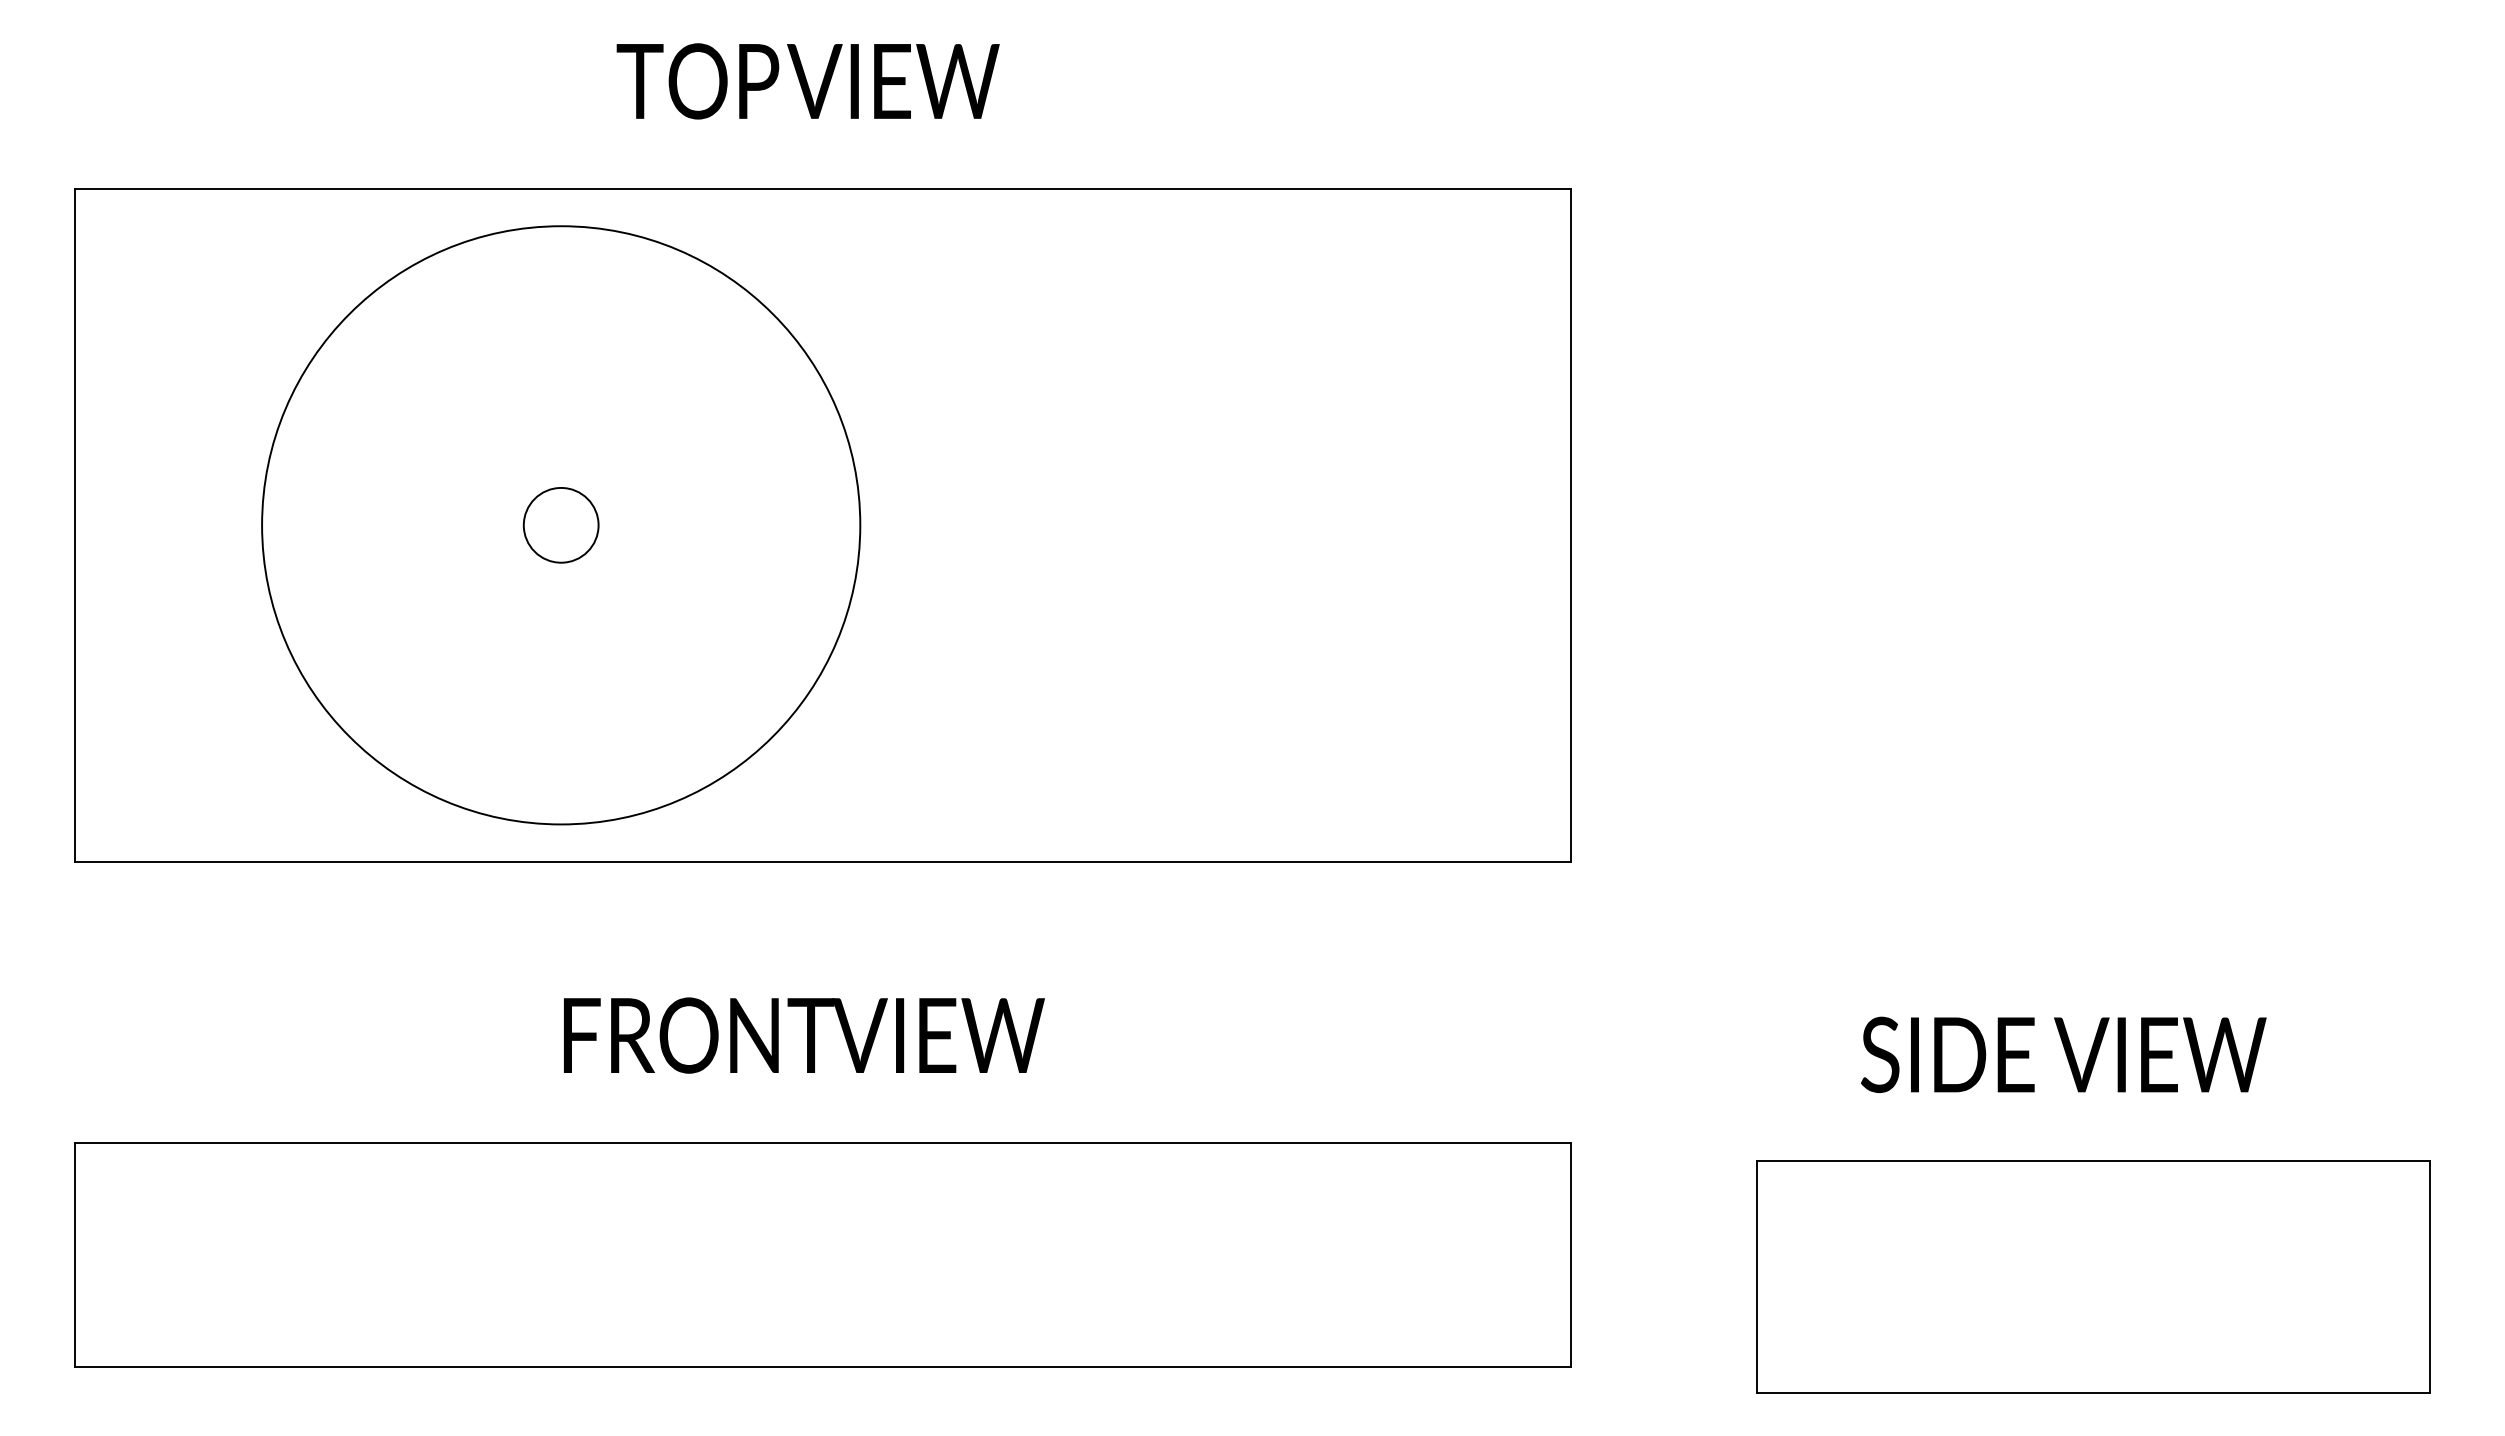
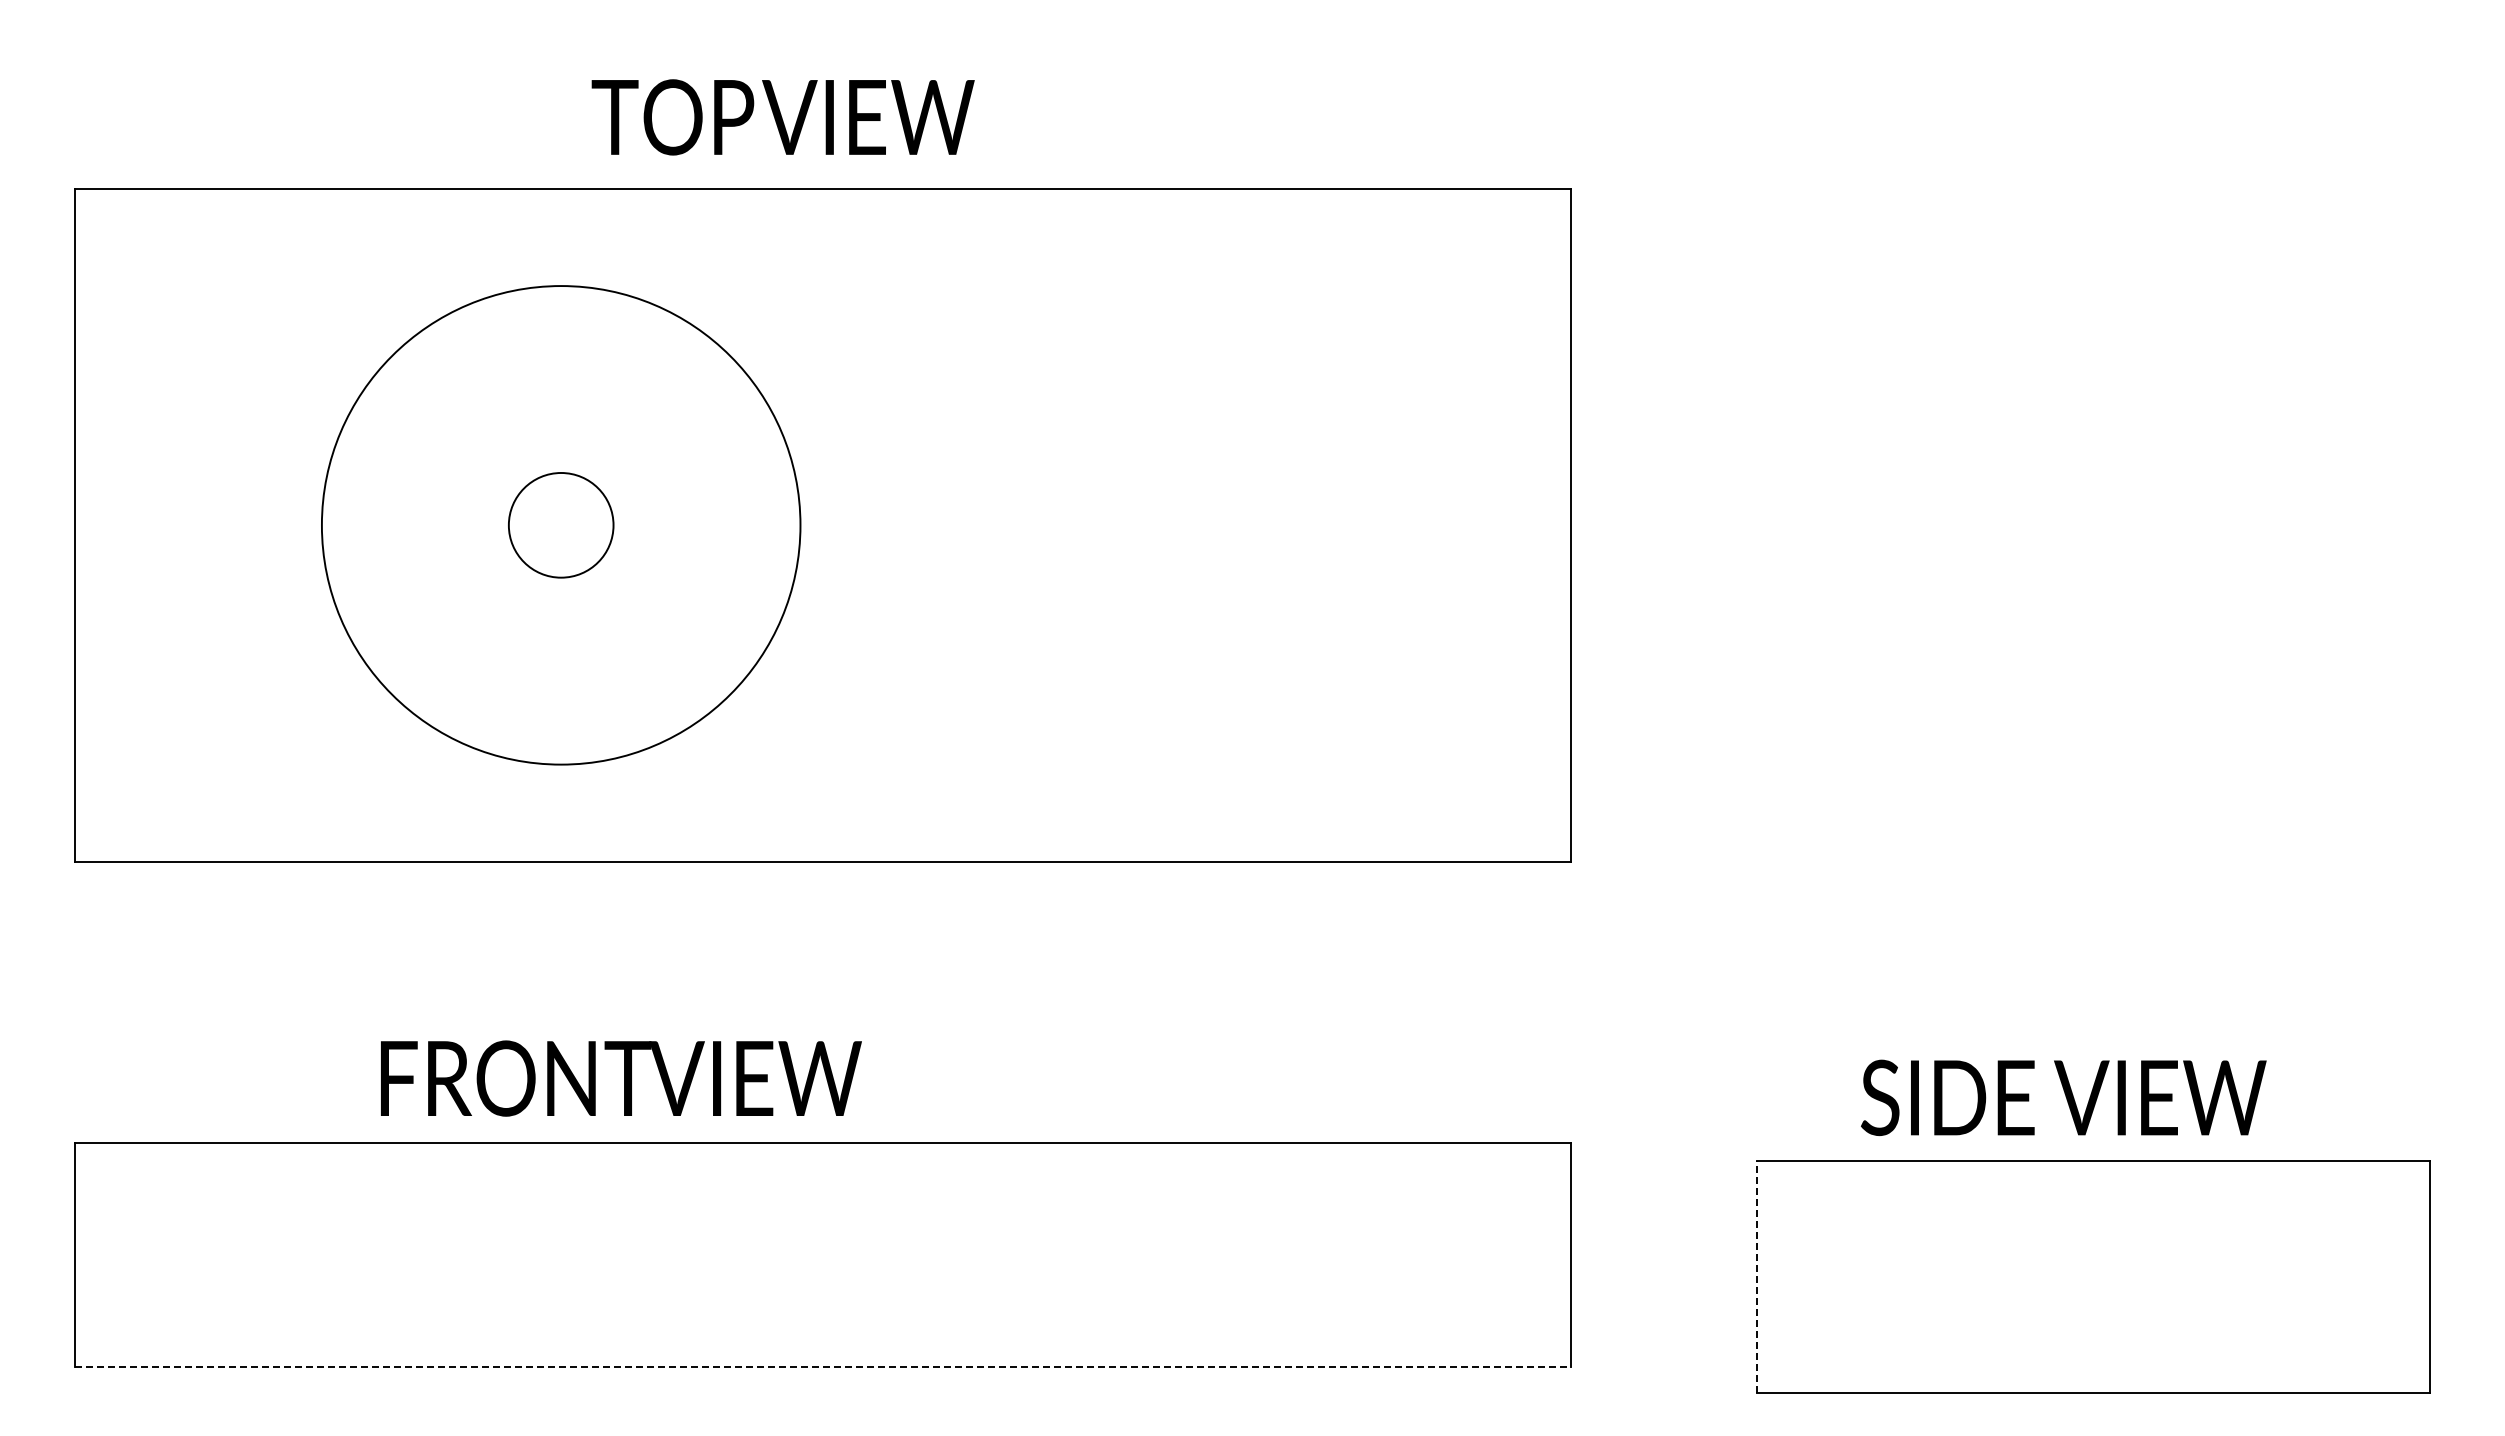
text at (807, 81) position: (807, 81) -> (782, 117)
circle at (560, 524) diameter: 75 px -> 105 px
circle at (561, 525) diameter: 598 px -> 479 px
text at (804, 1035) position: (804, 1035) -> (621, 1078)
text at (2063, 1054) position: (2063, 1054) -> (2063, 1097)
line at (1756, 1276): solid -> dashed
line at (822, 1367): solid -> dashed
